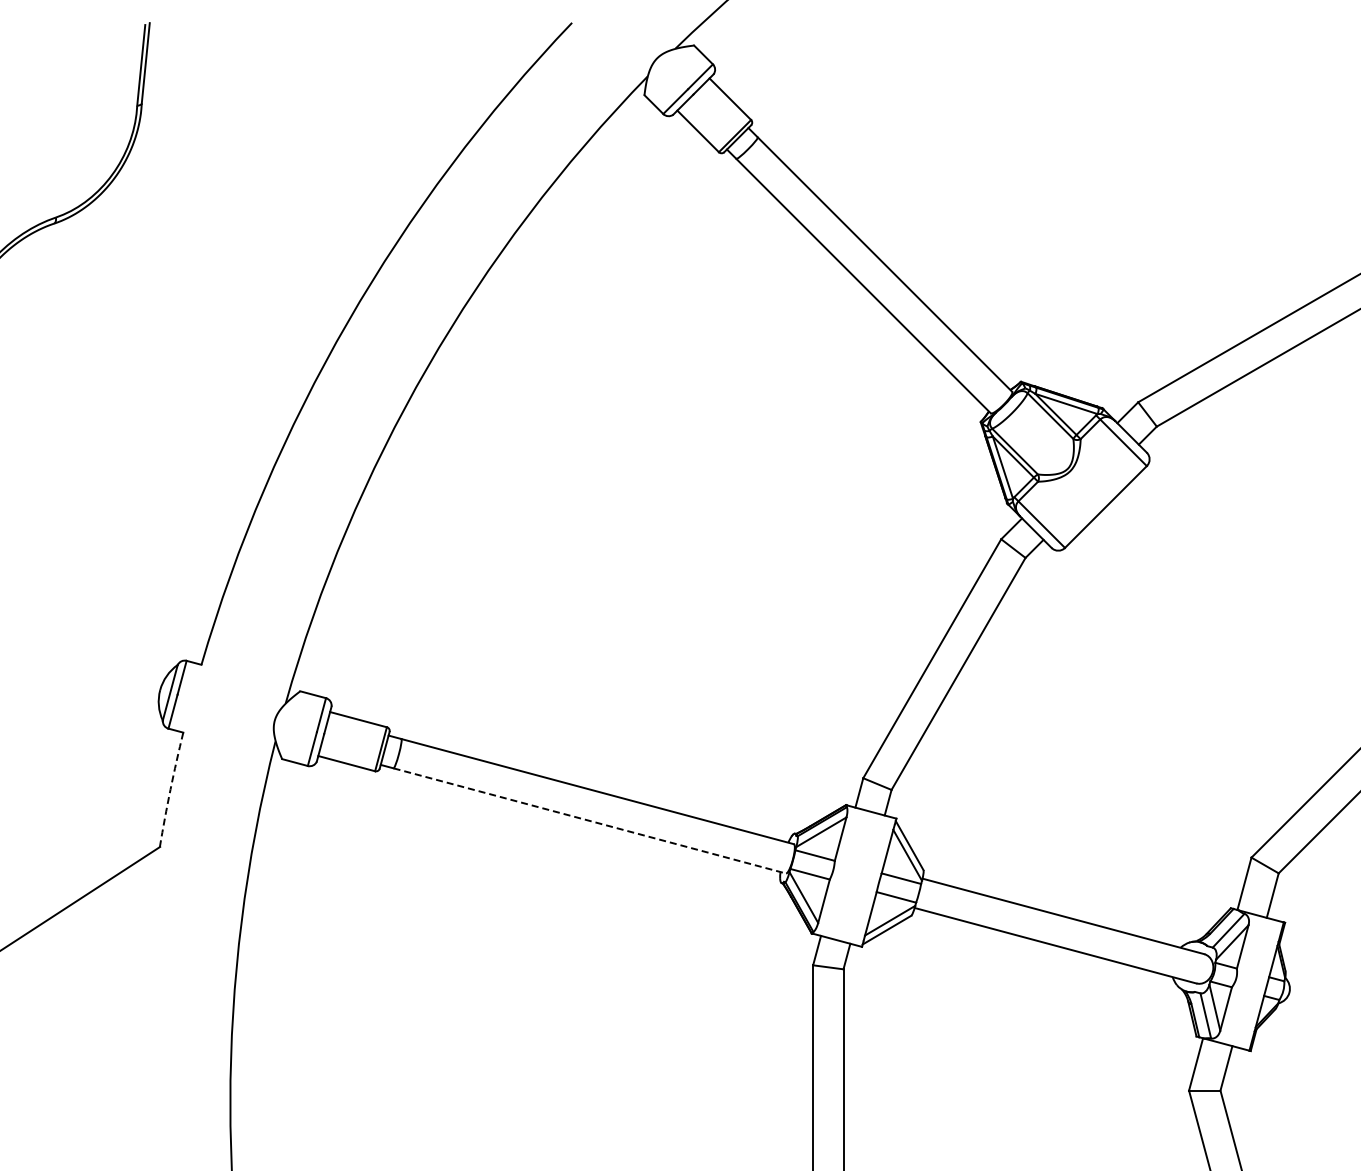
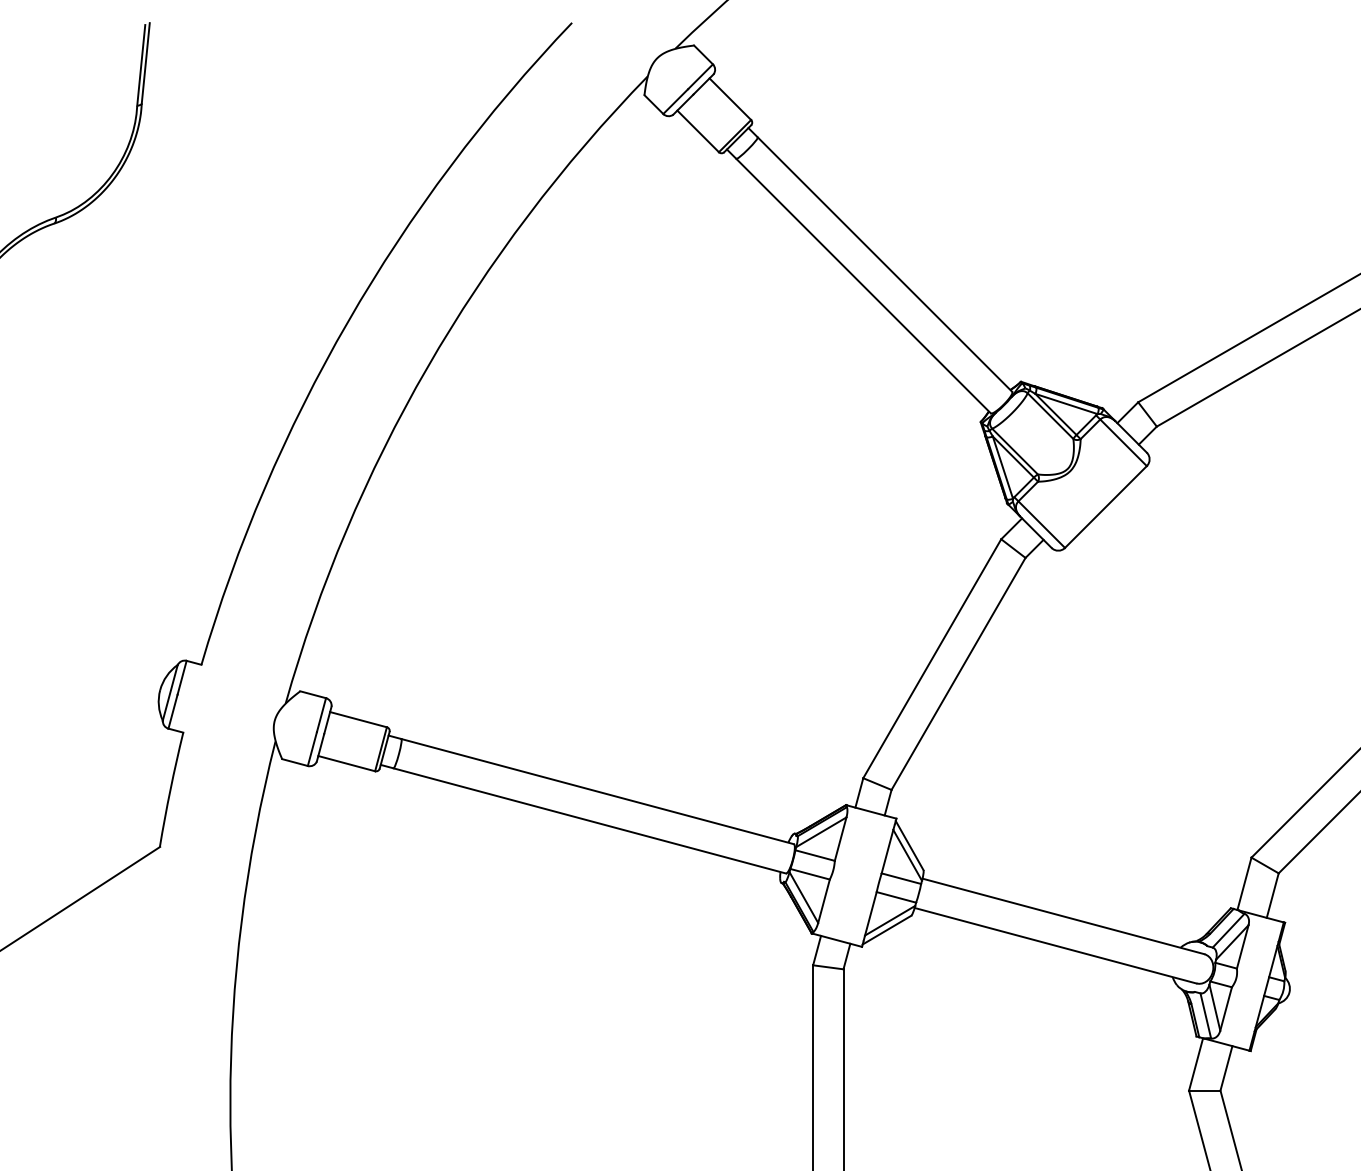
arc at (170, 789): dashed -> solid
line at (590, 821): dashed -> solid
